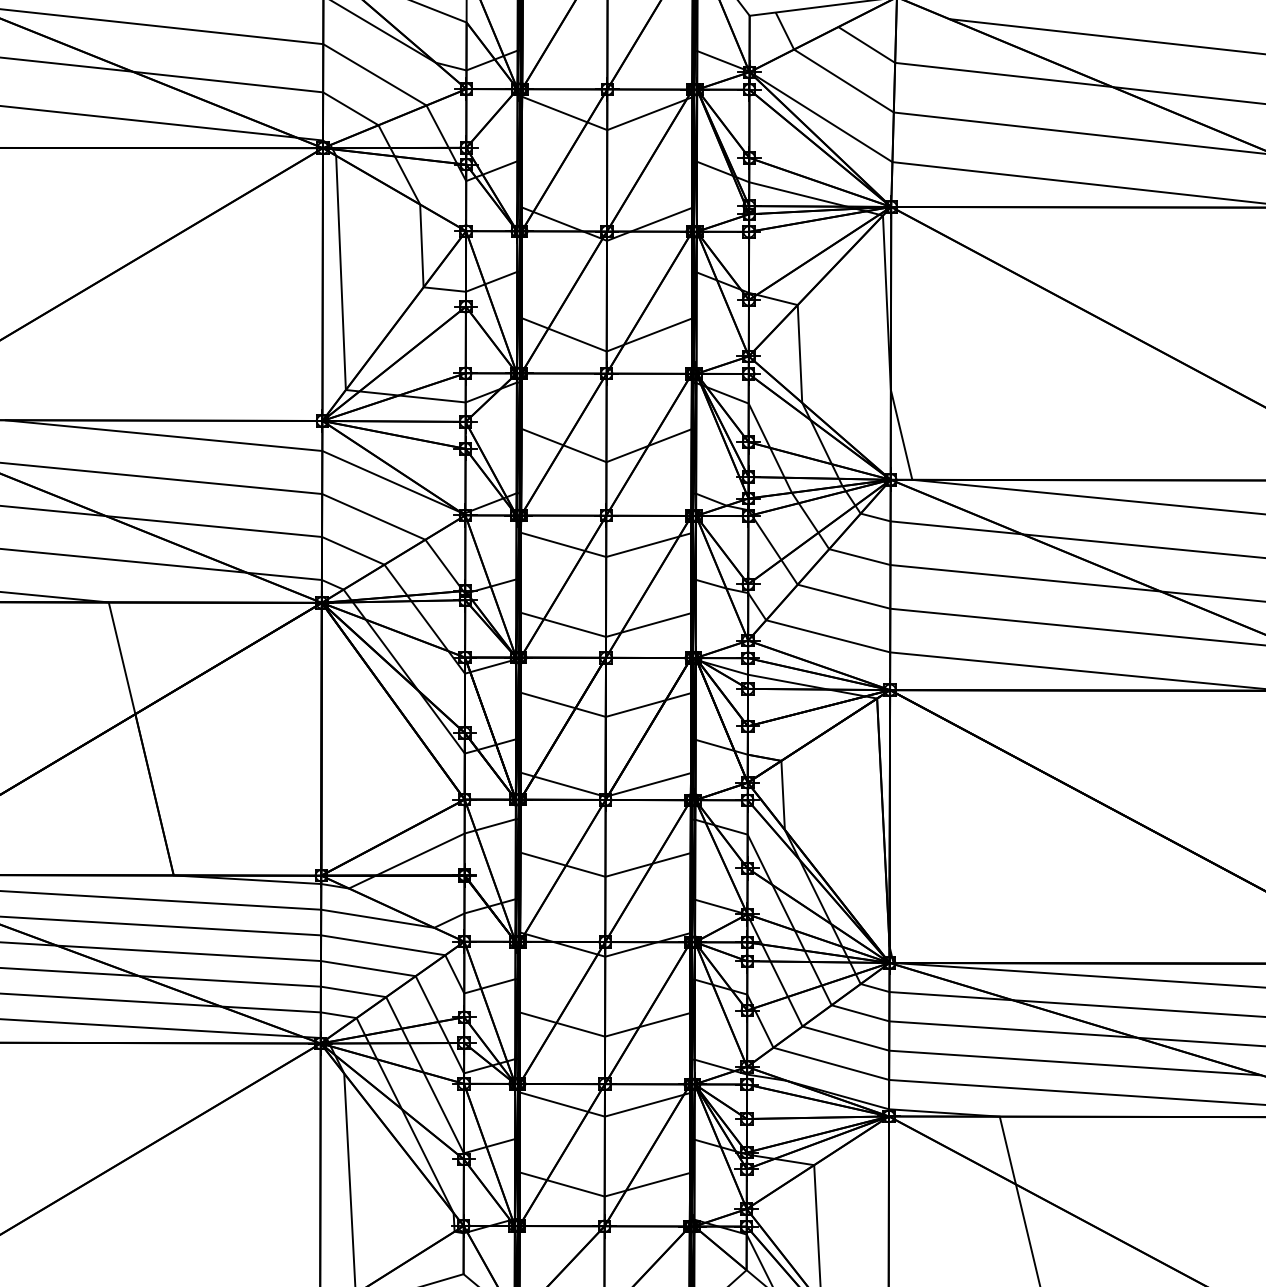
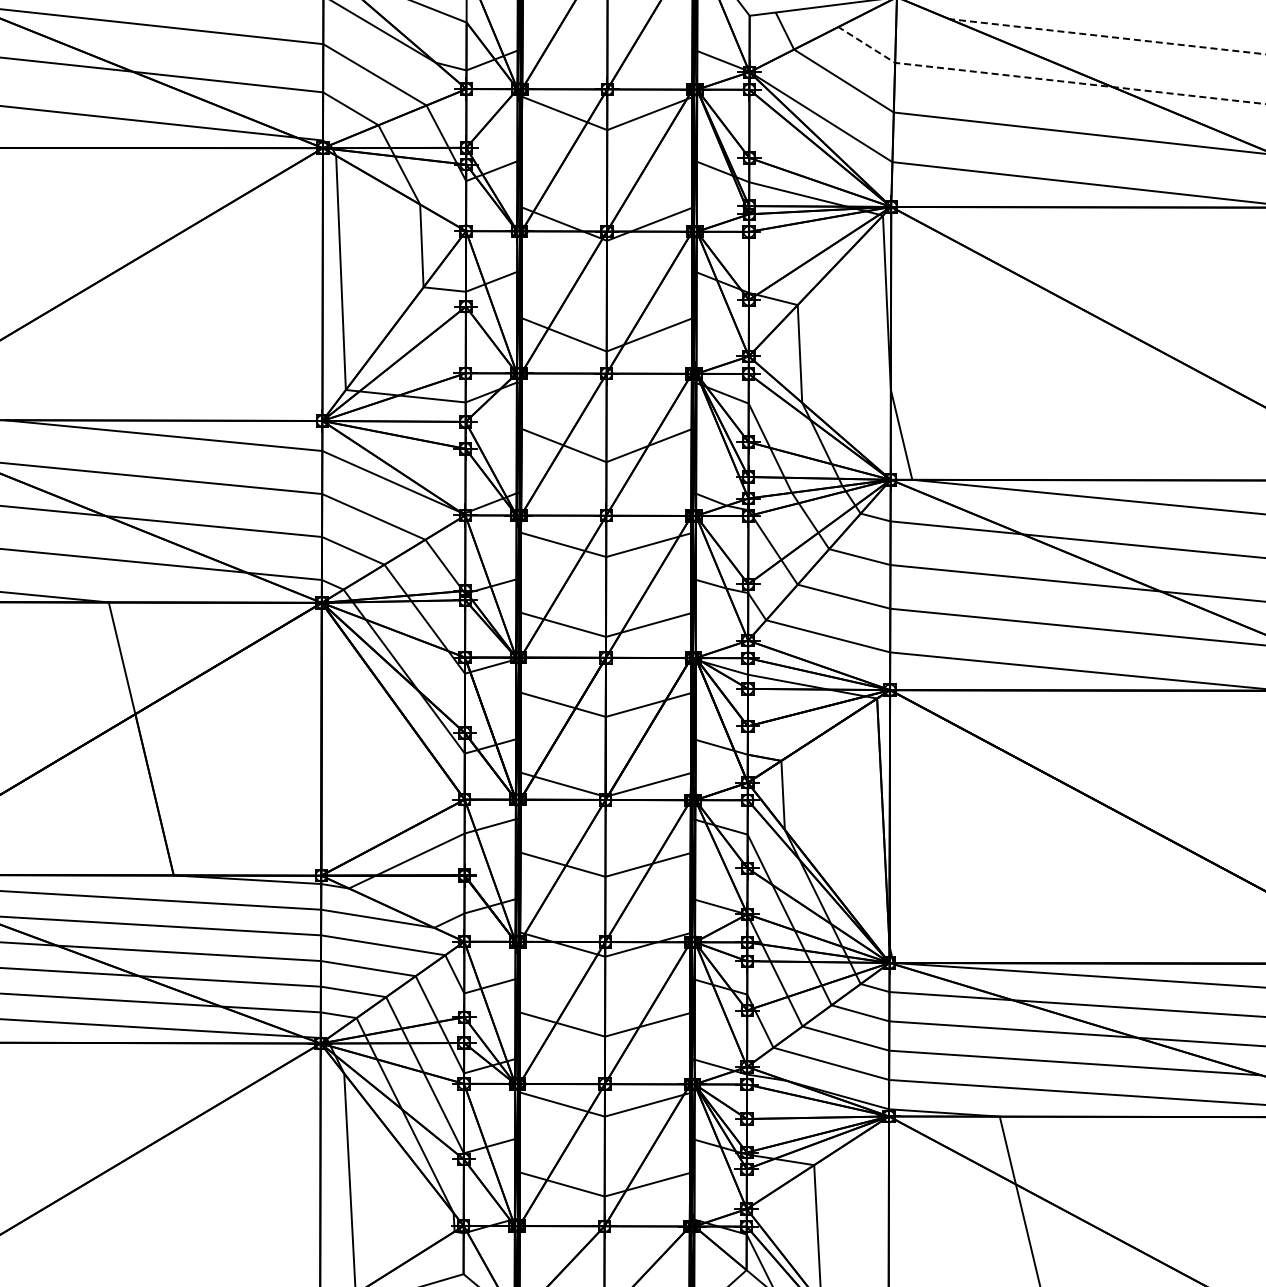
line at (1107, 36): solid -> dashed
line at (1046, 79): solid -> dashed
